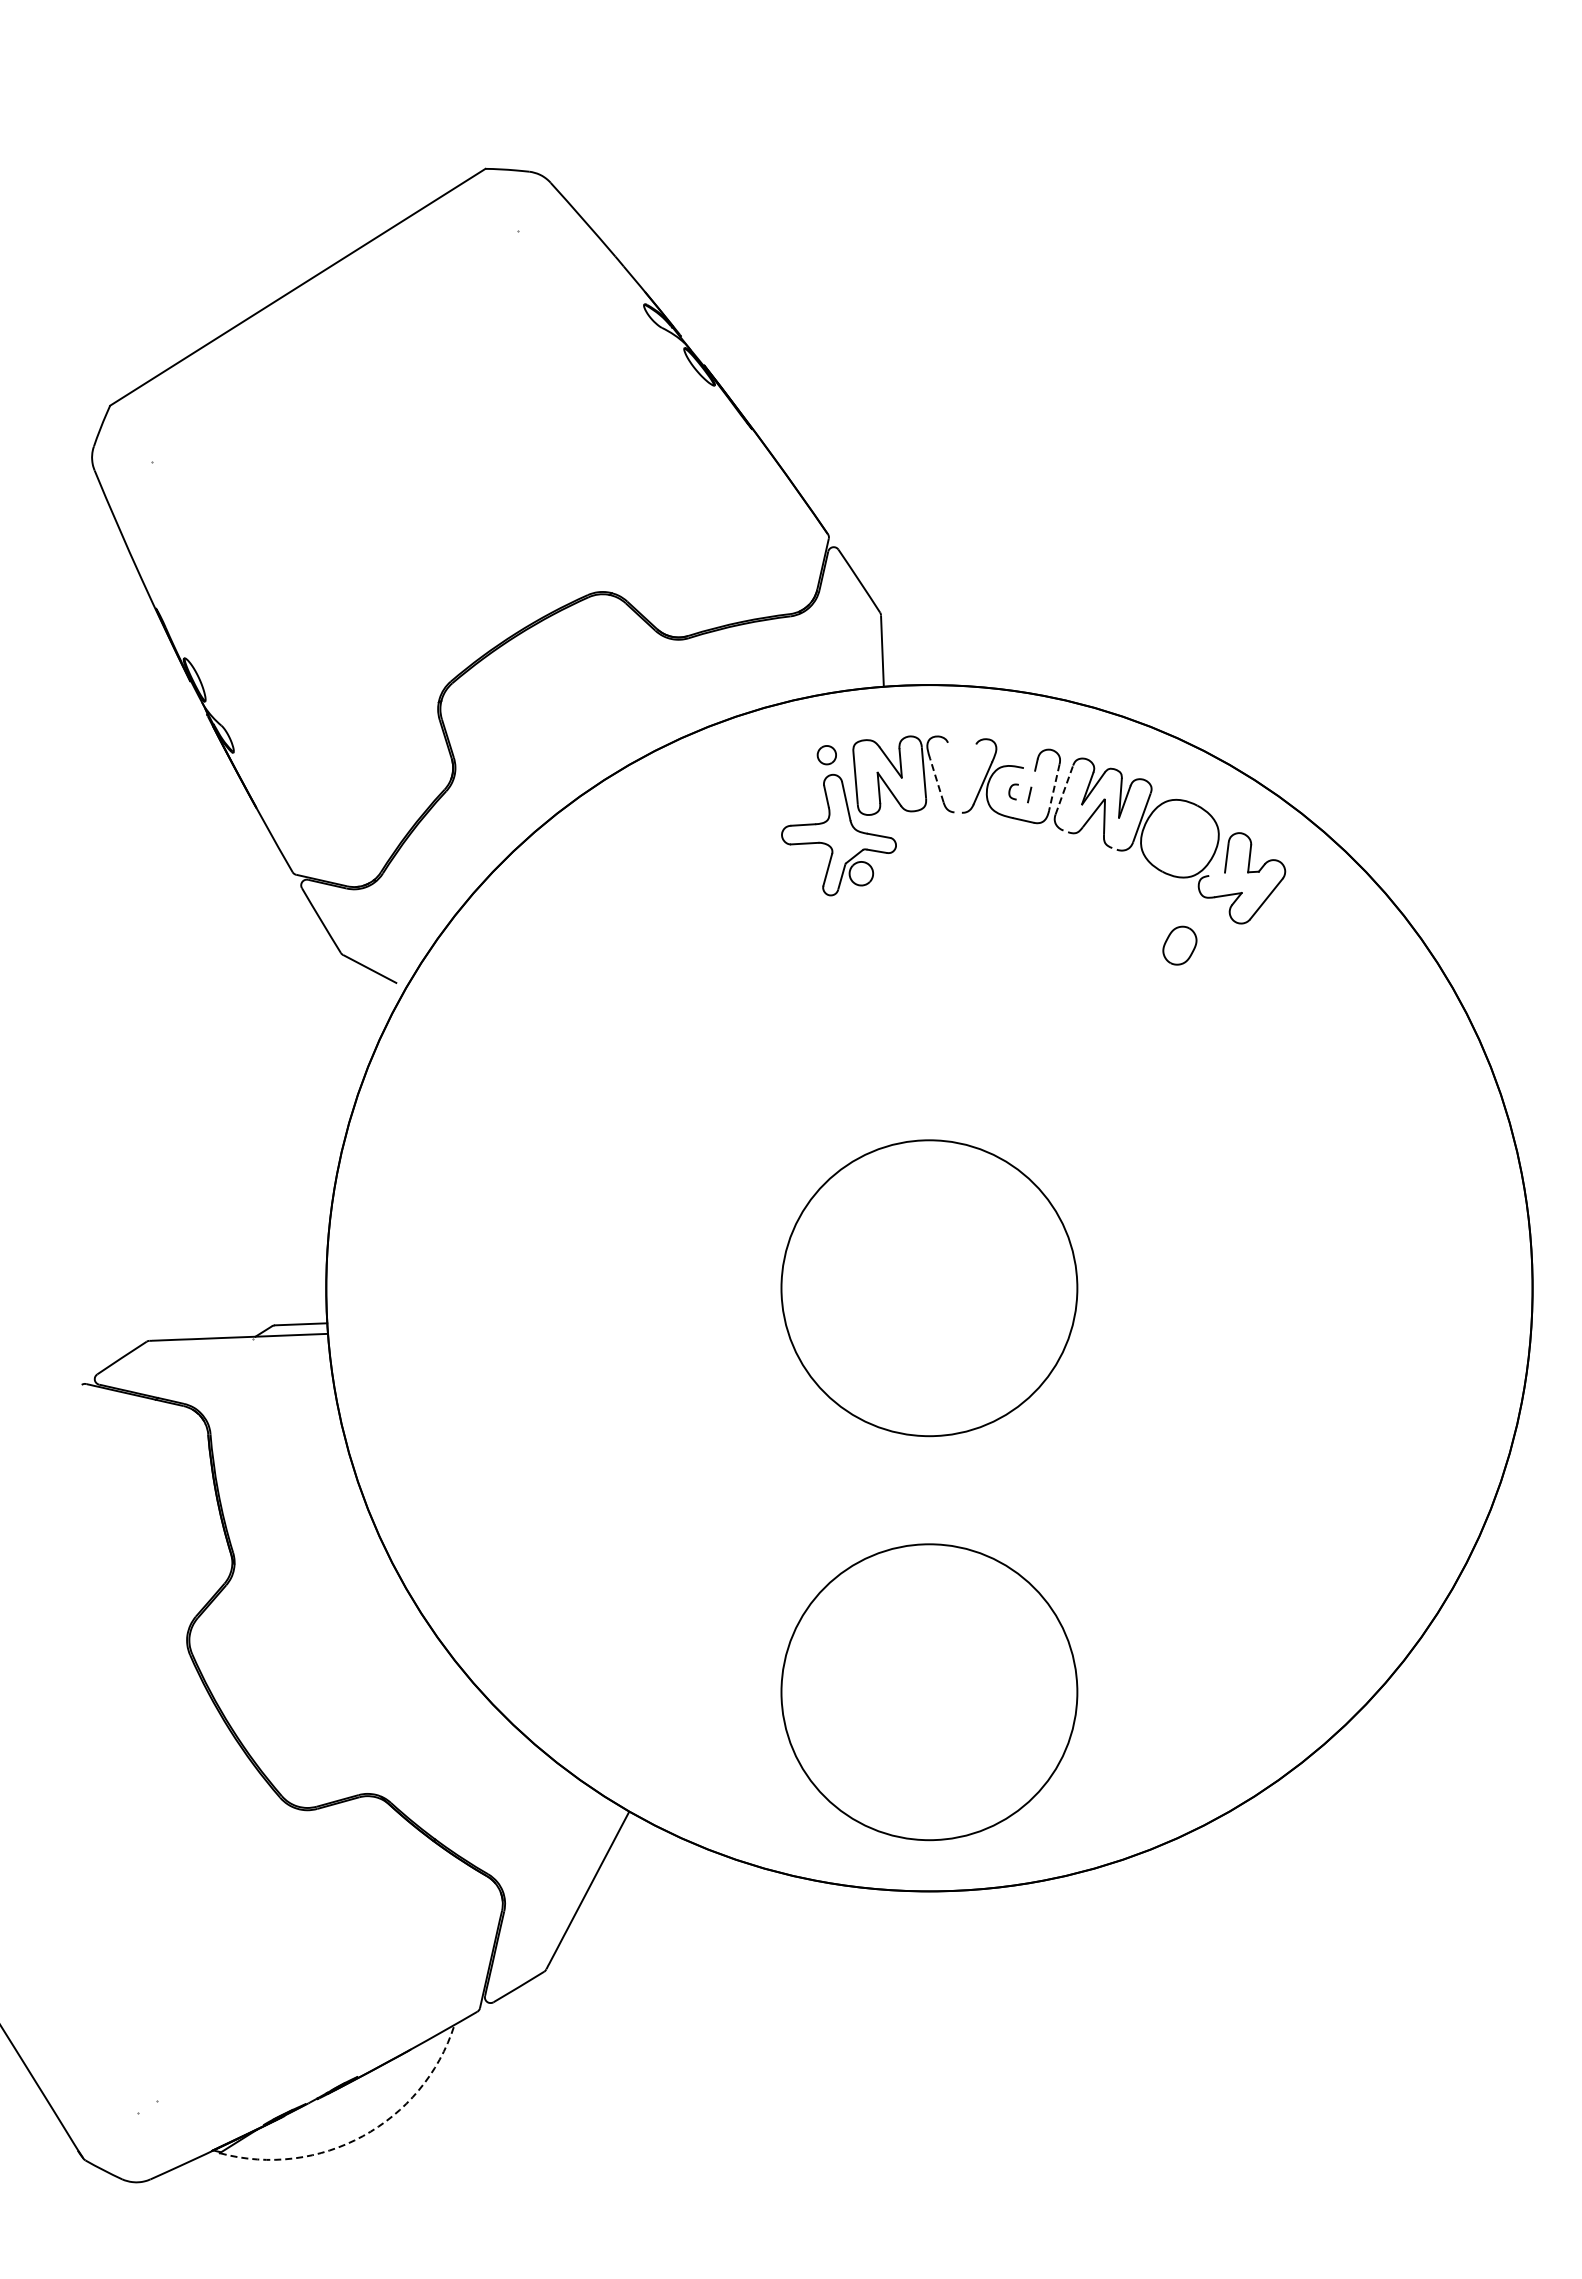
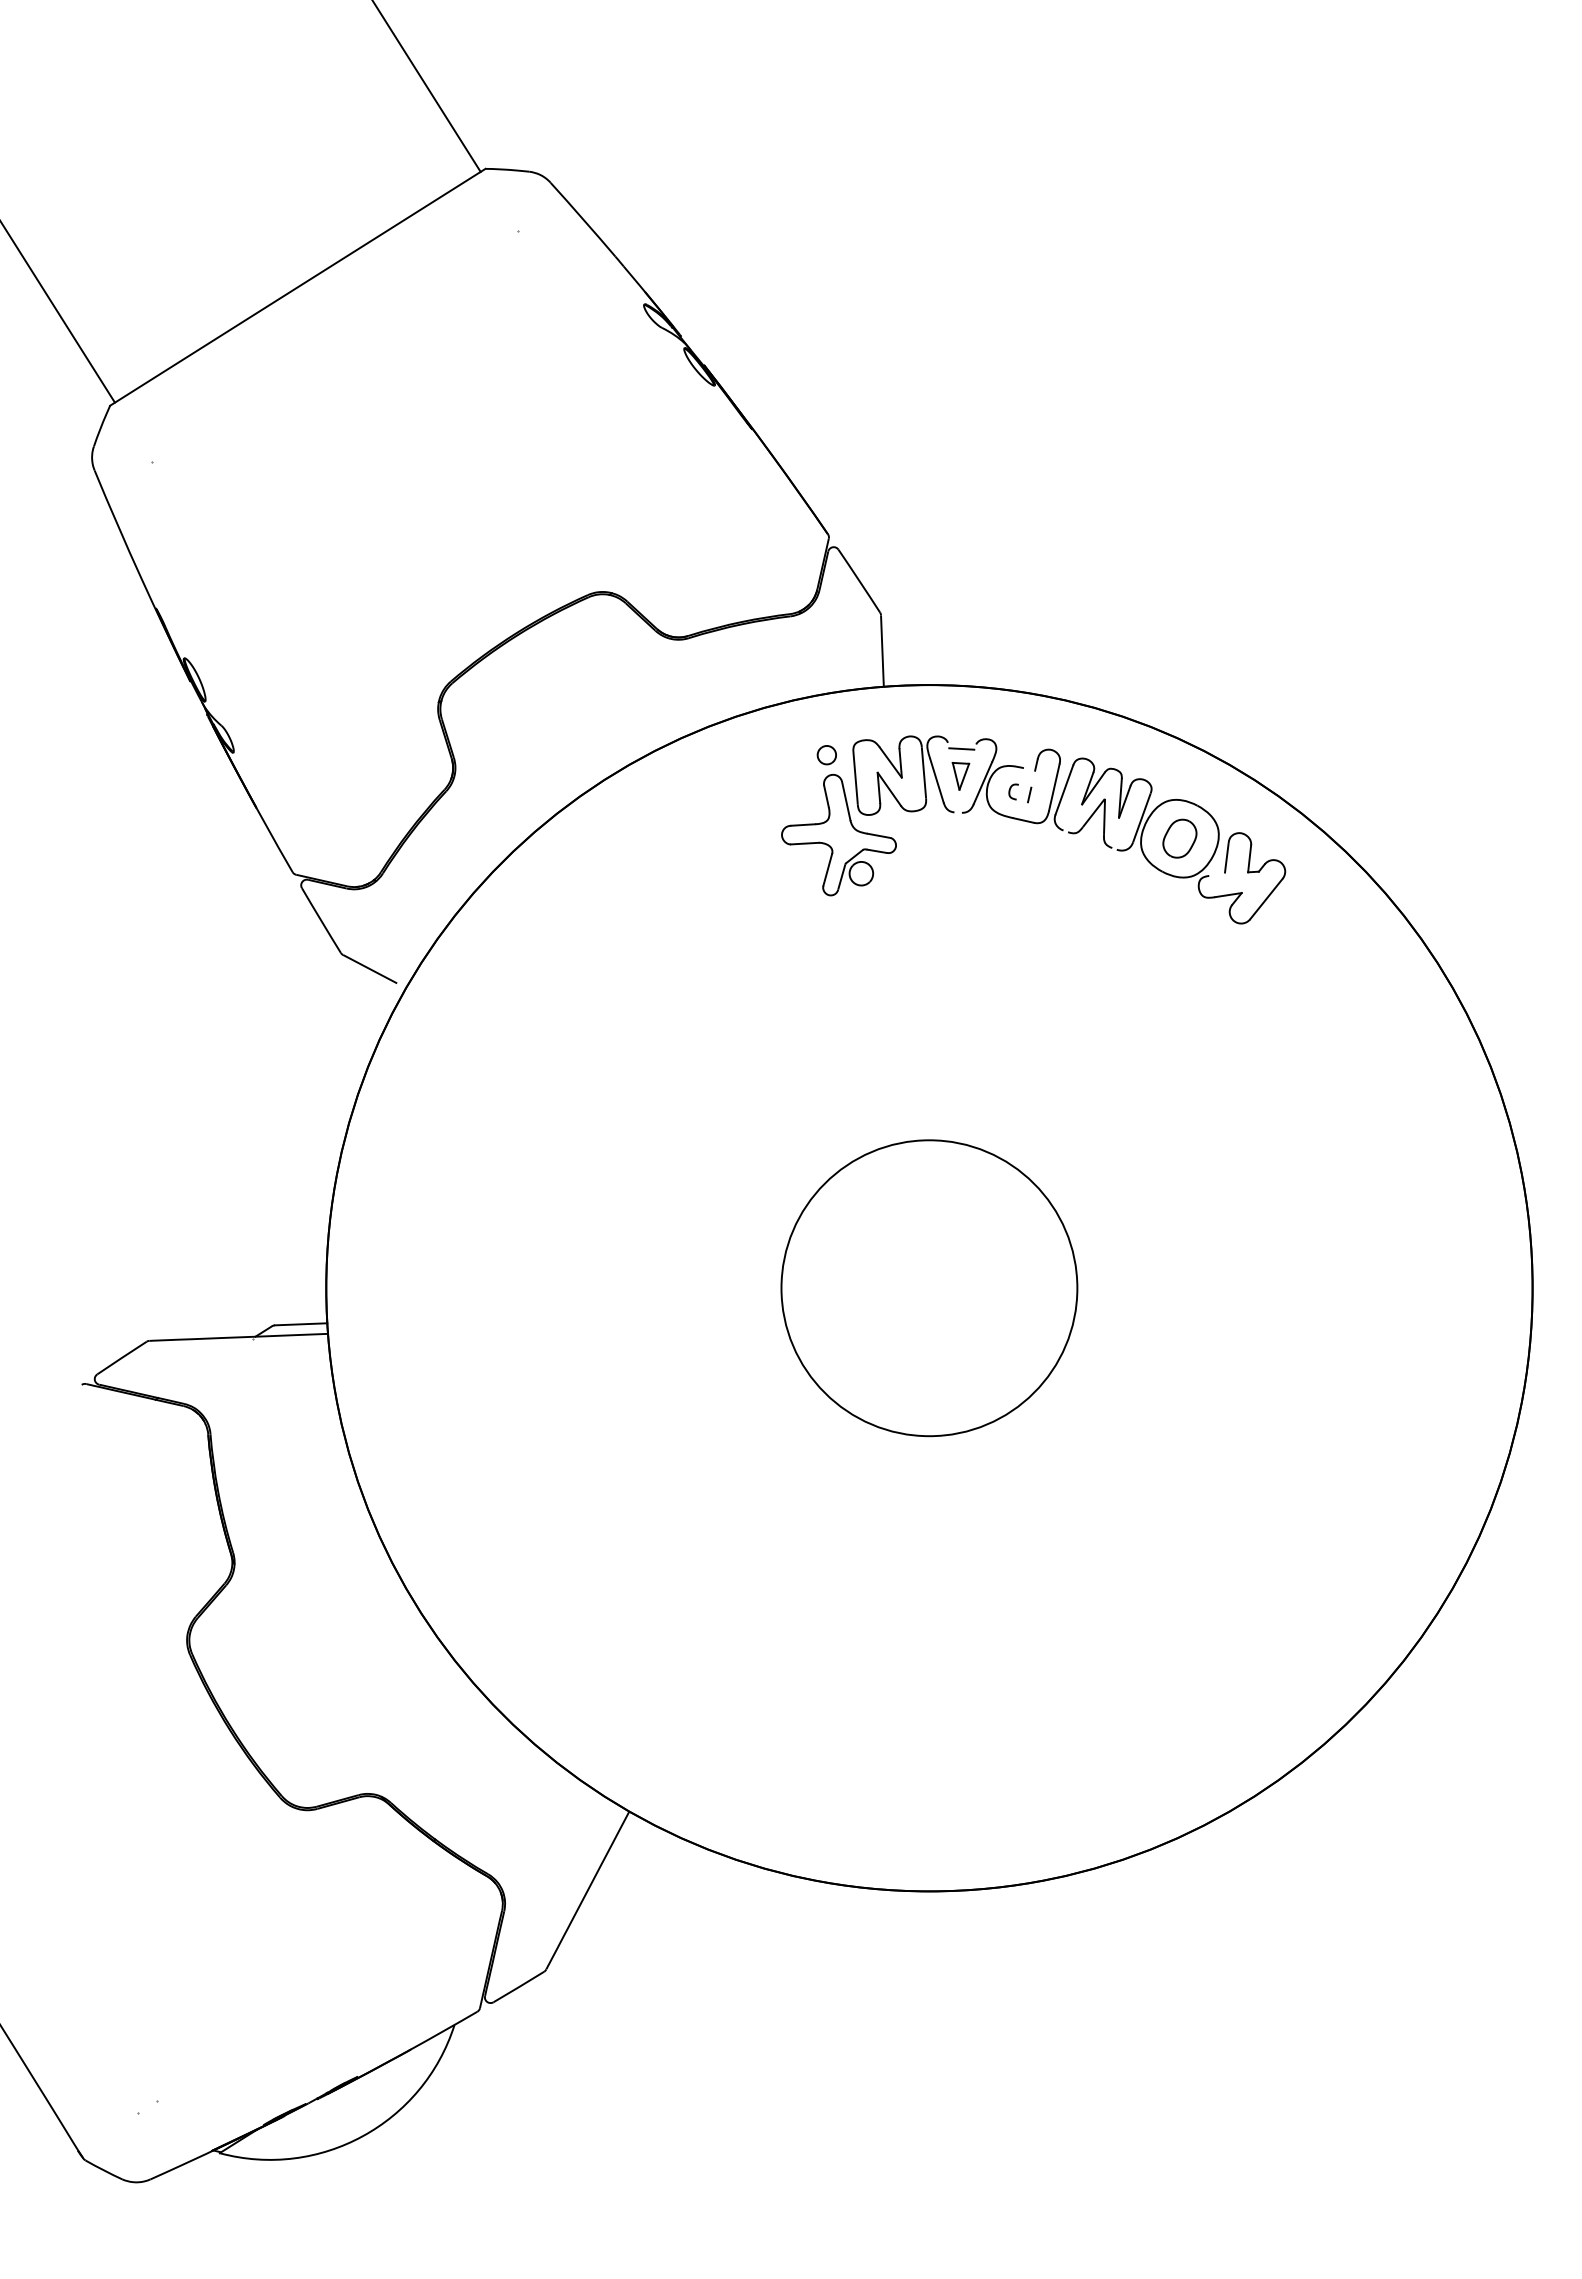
line at (426, 86): none -> present
line at (58, 313): none -> present
line at (961, 748): none -> present
part at (960, 776): none -> present
line at (936, 780): dashed -> solid
line at (1054, 787): dashed -> solid
line at (1064, 790): dashed -> solid
part at (1179, 945) position: (1179, 945) -> (1179, 838)
circle at (929, 1692): present -> none
arc at (362, 2136): dashed -> solid
